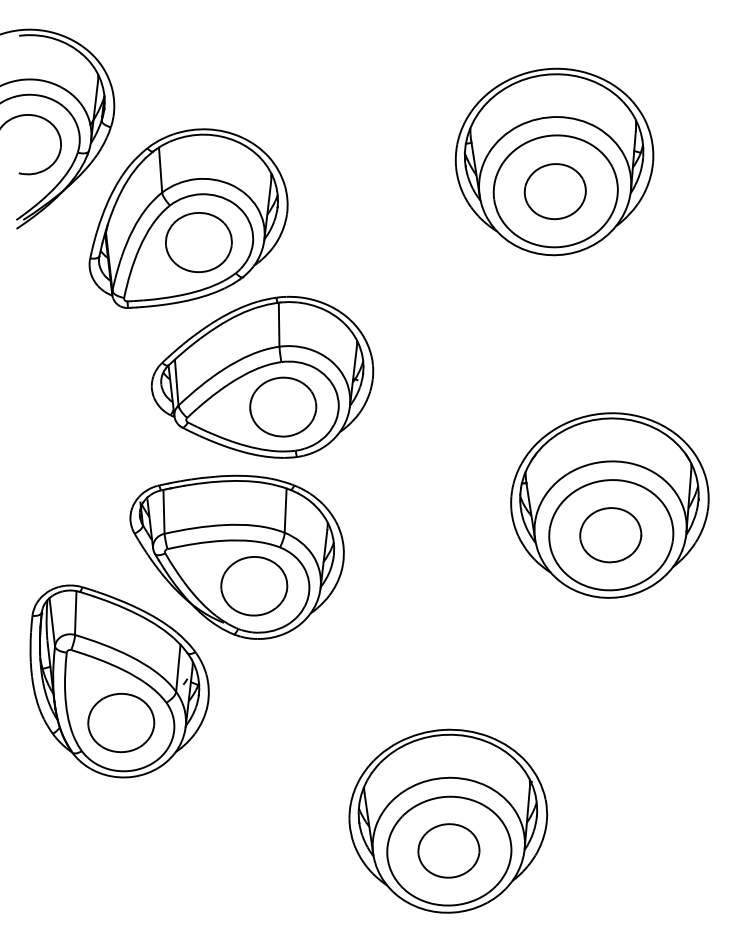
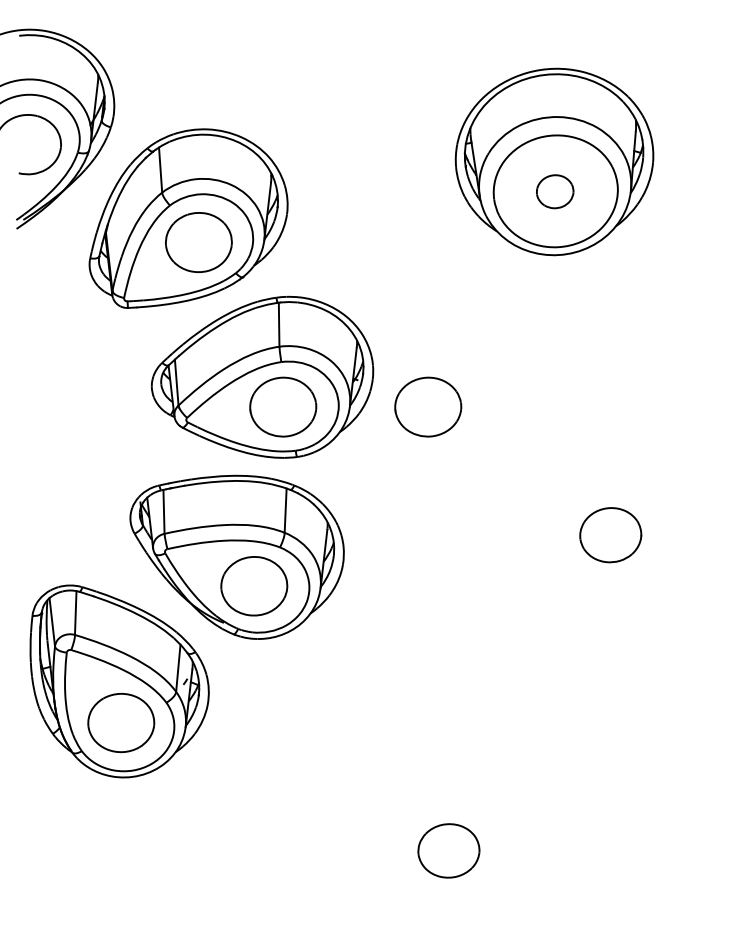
part at (554, 191) size: 64x58 px -> 39x36 px
part at (428, 406): none -> present
part at (609, 505): present -> none
part at (448, 820): present -> none
